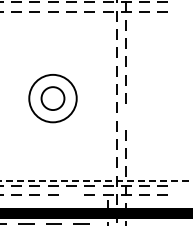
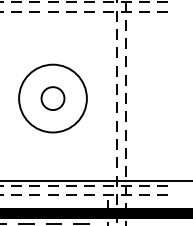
circle at (52, 98) diameter: 47 px -> 68 px
line at (125, 116): none -> present
line at (96, 181): dashed -> solid
line at (71, 194): none -> present
